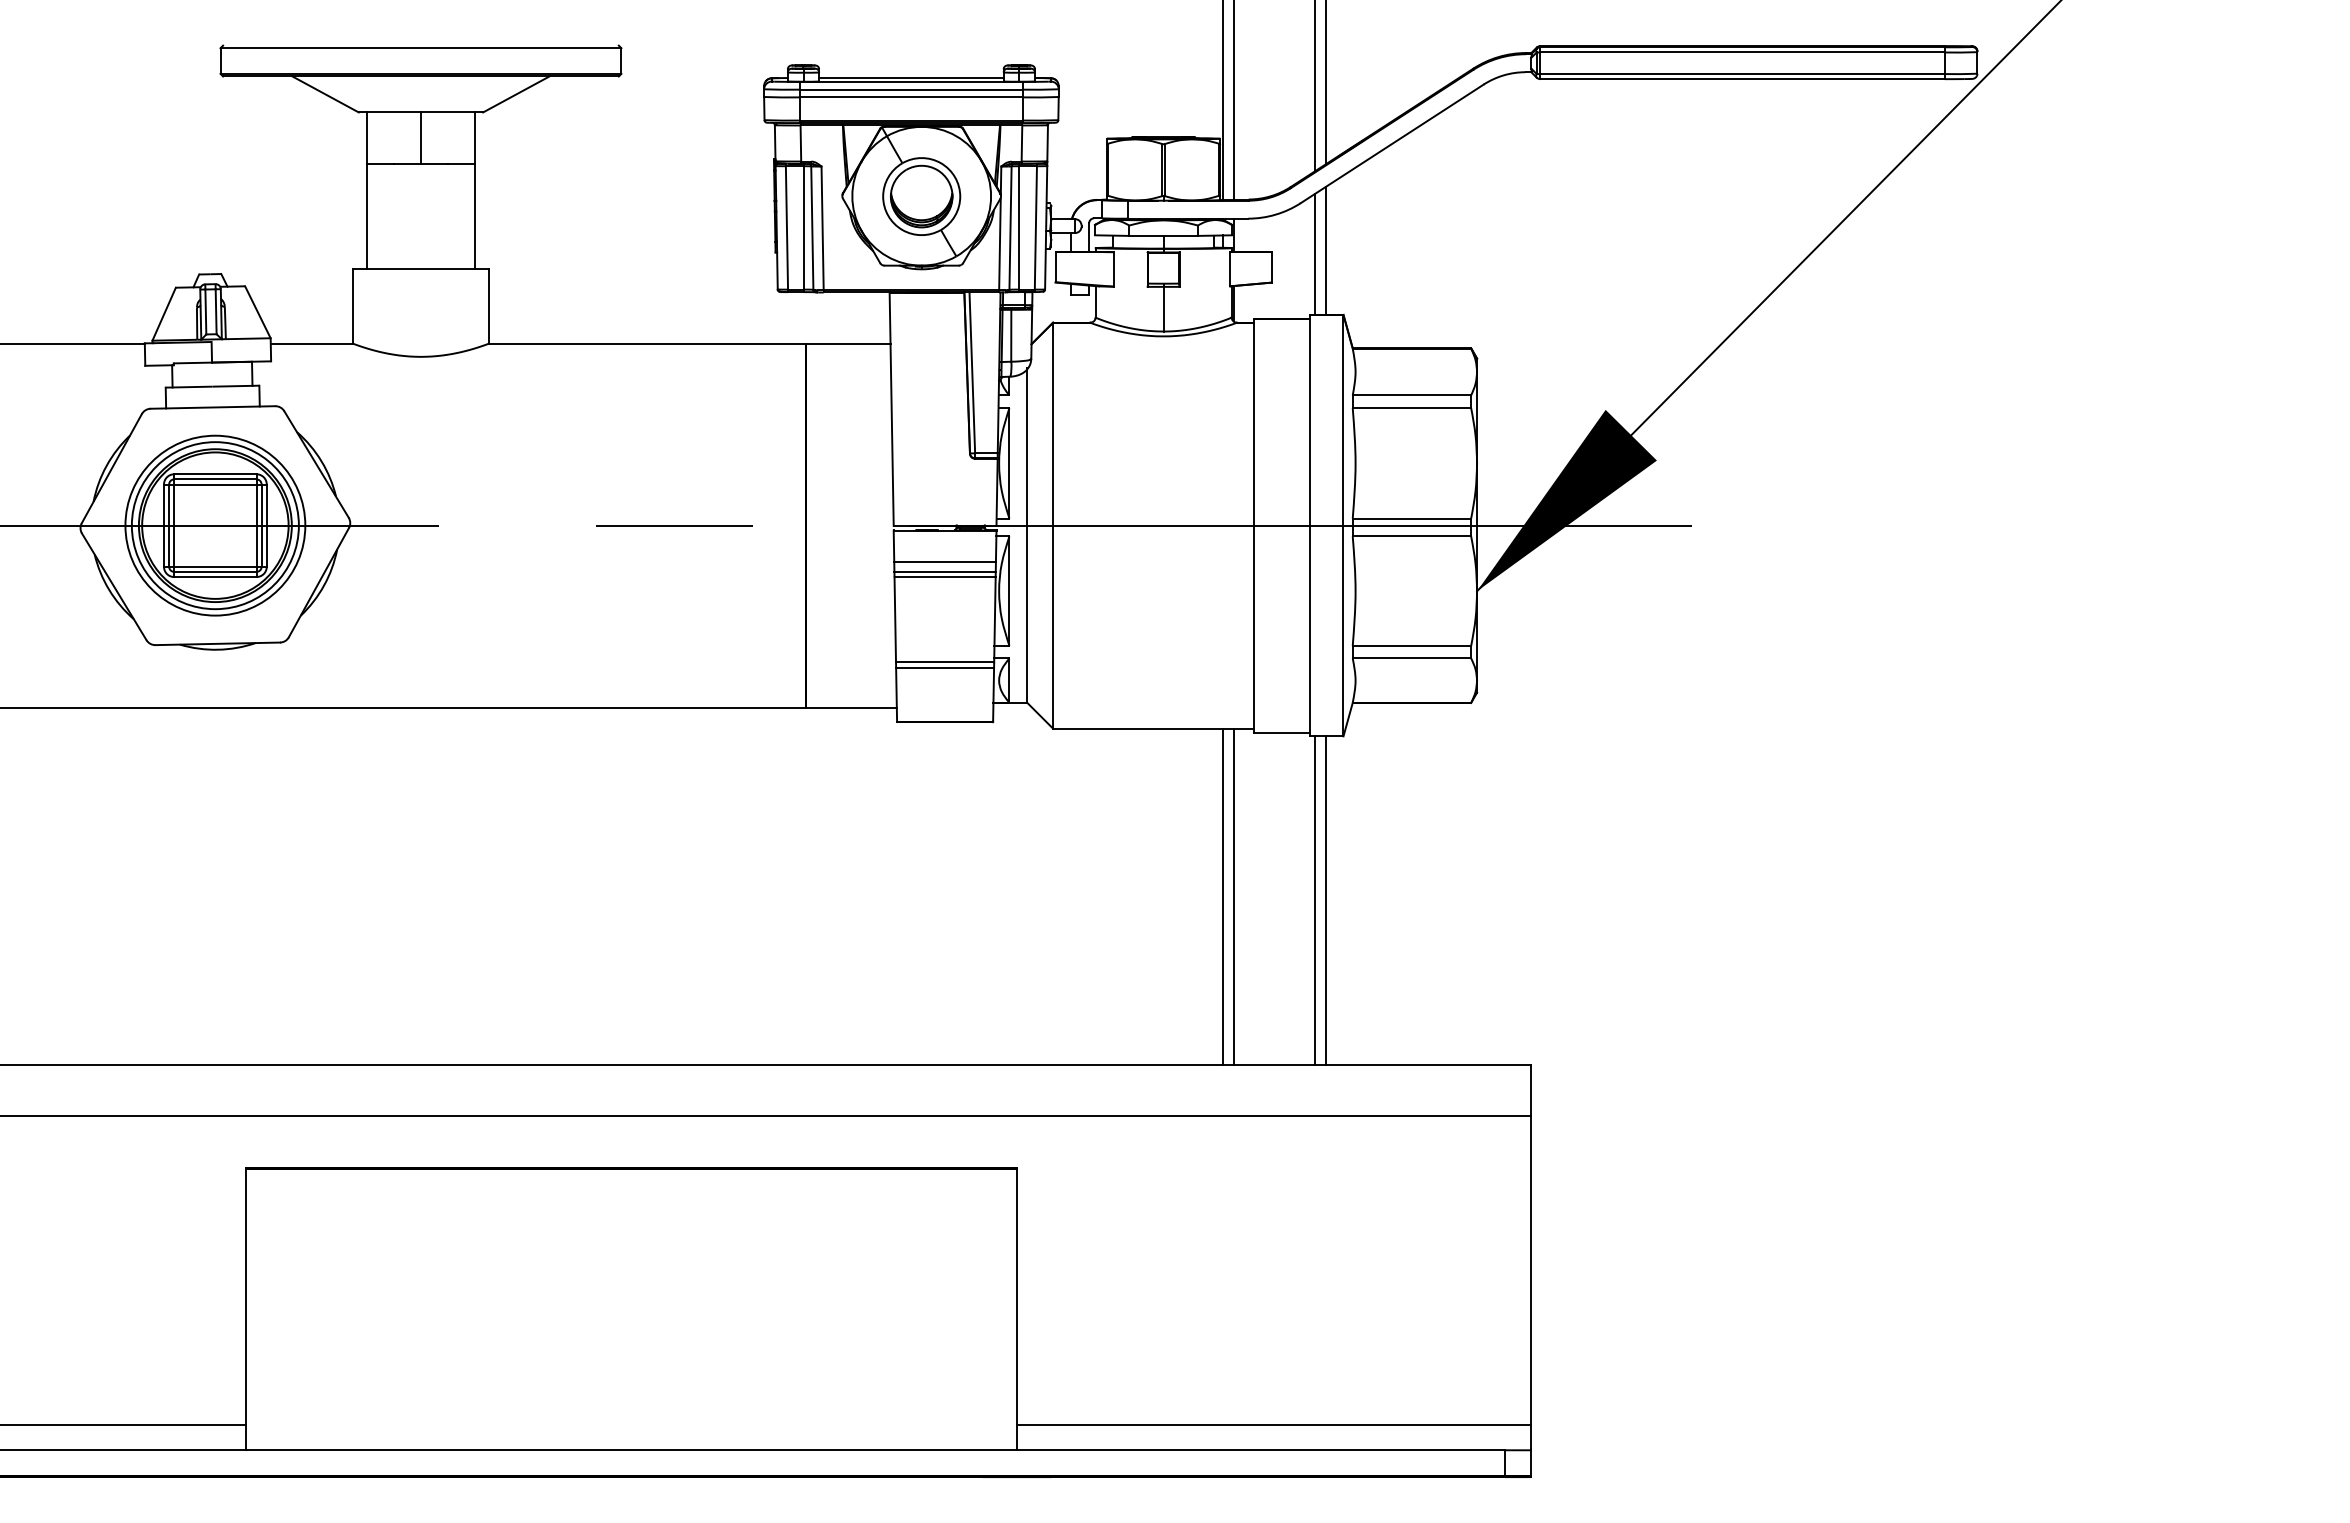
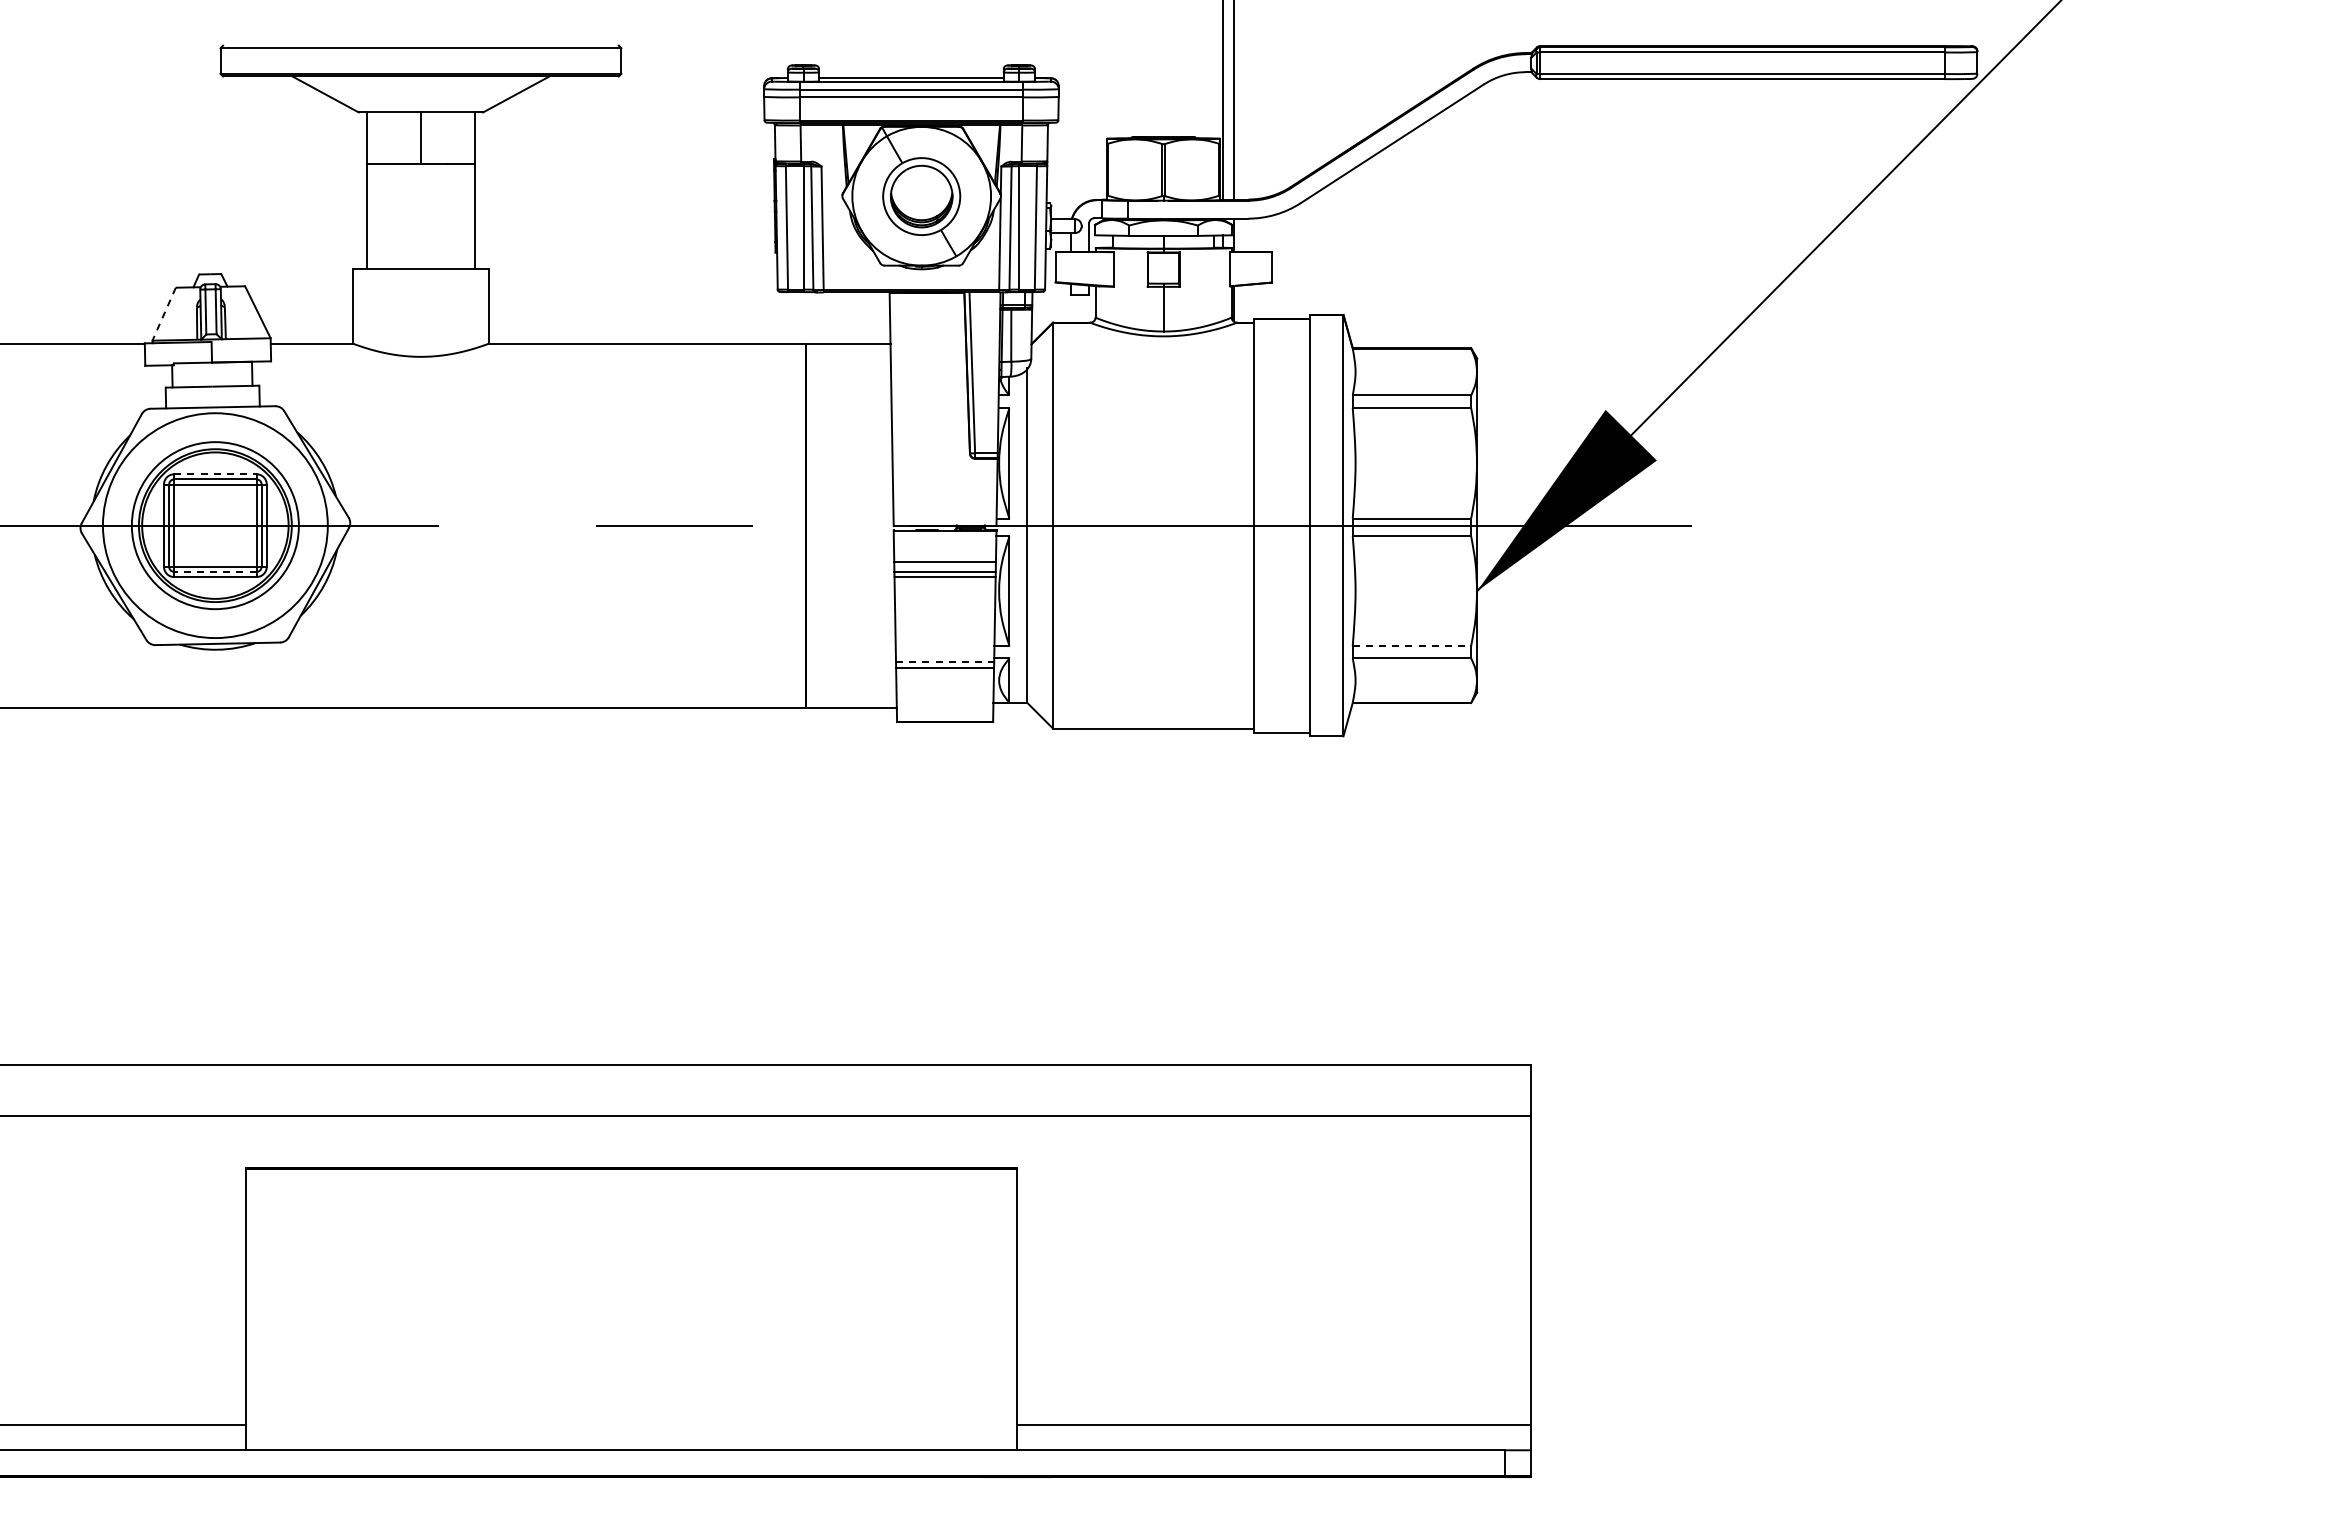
line at (1325, 83): present -> none
line at (1314, 86): present -> none
line at (1325, 250): present -> none
line at (1314, 254): present -> none
line at (164, 314): solid -> dashed
line at (215, 474): solid -> dashed
circle at (215, 525) diameter: 180 px -> 225 px
line at (214, 571): solid -> dashed
line at (1412, 645): solid -> dashed
line at (945, 662): solid -> dashed
line at (1222, 896): present -> none
line at (1233, 896): present -> none
line at (1314, 900): present -> none
line at (1325, 900): present -> none
